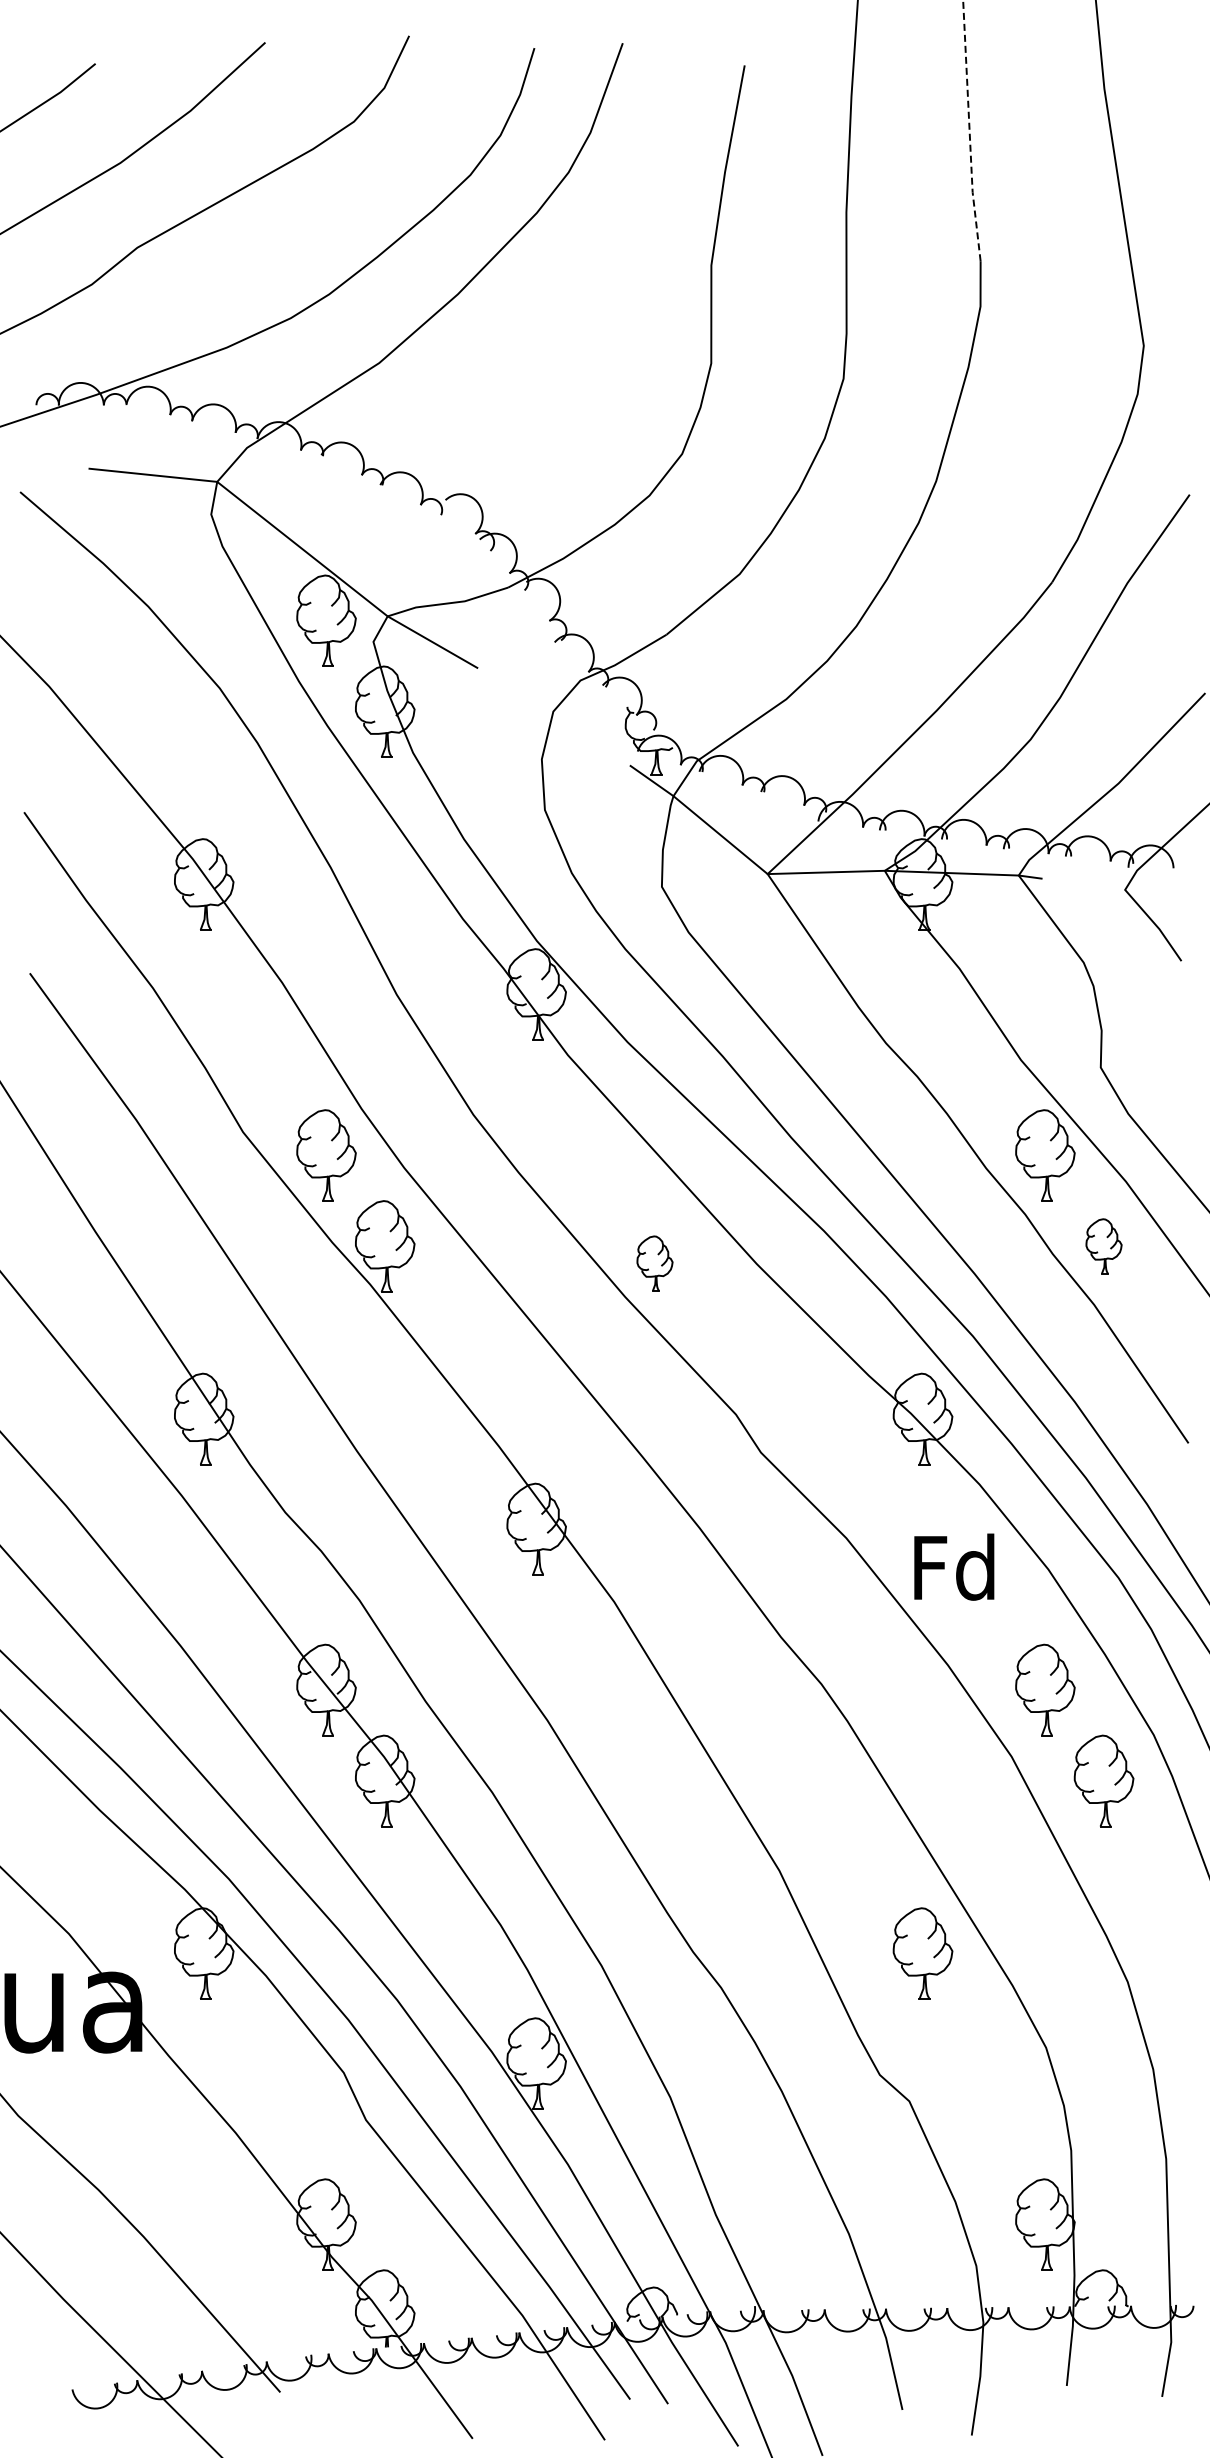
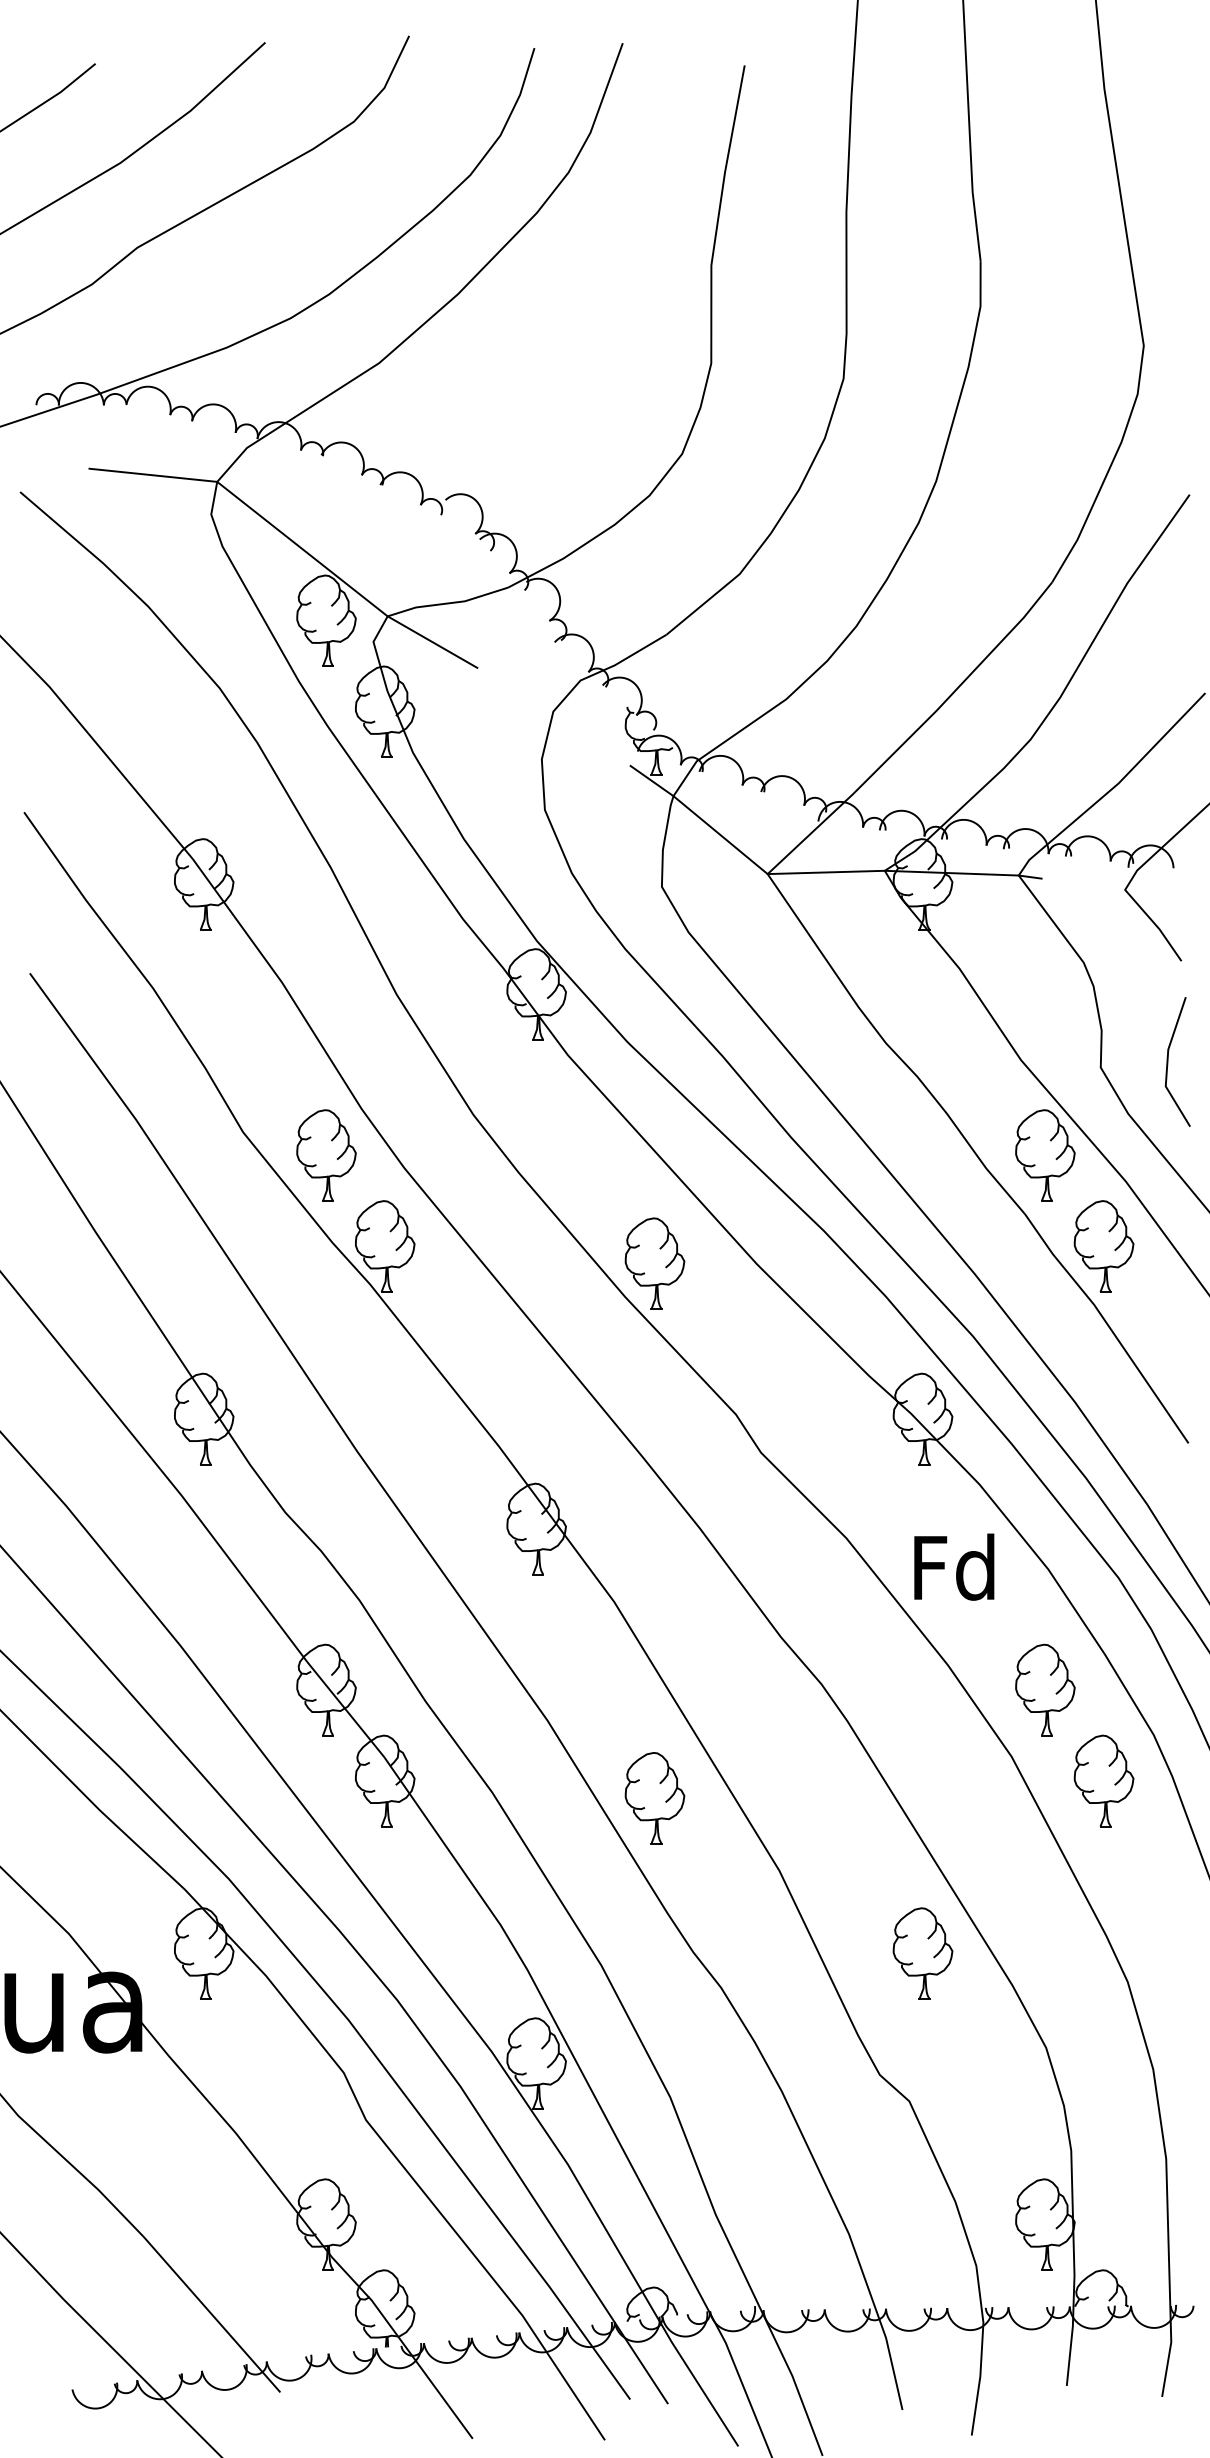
line at (969, 131): dashed -> solid
line at (1168, 1061): none -> present
part at (1103, 1246) size: 38x57 px -> 62x93 px
part at (654, 1263) size: 38x57 px -> 62x93 px
part at (654, 1798): none -> present
